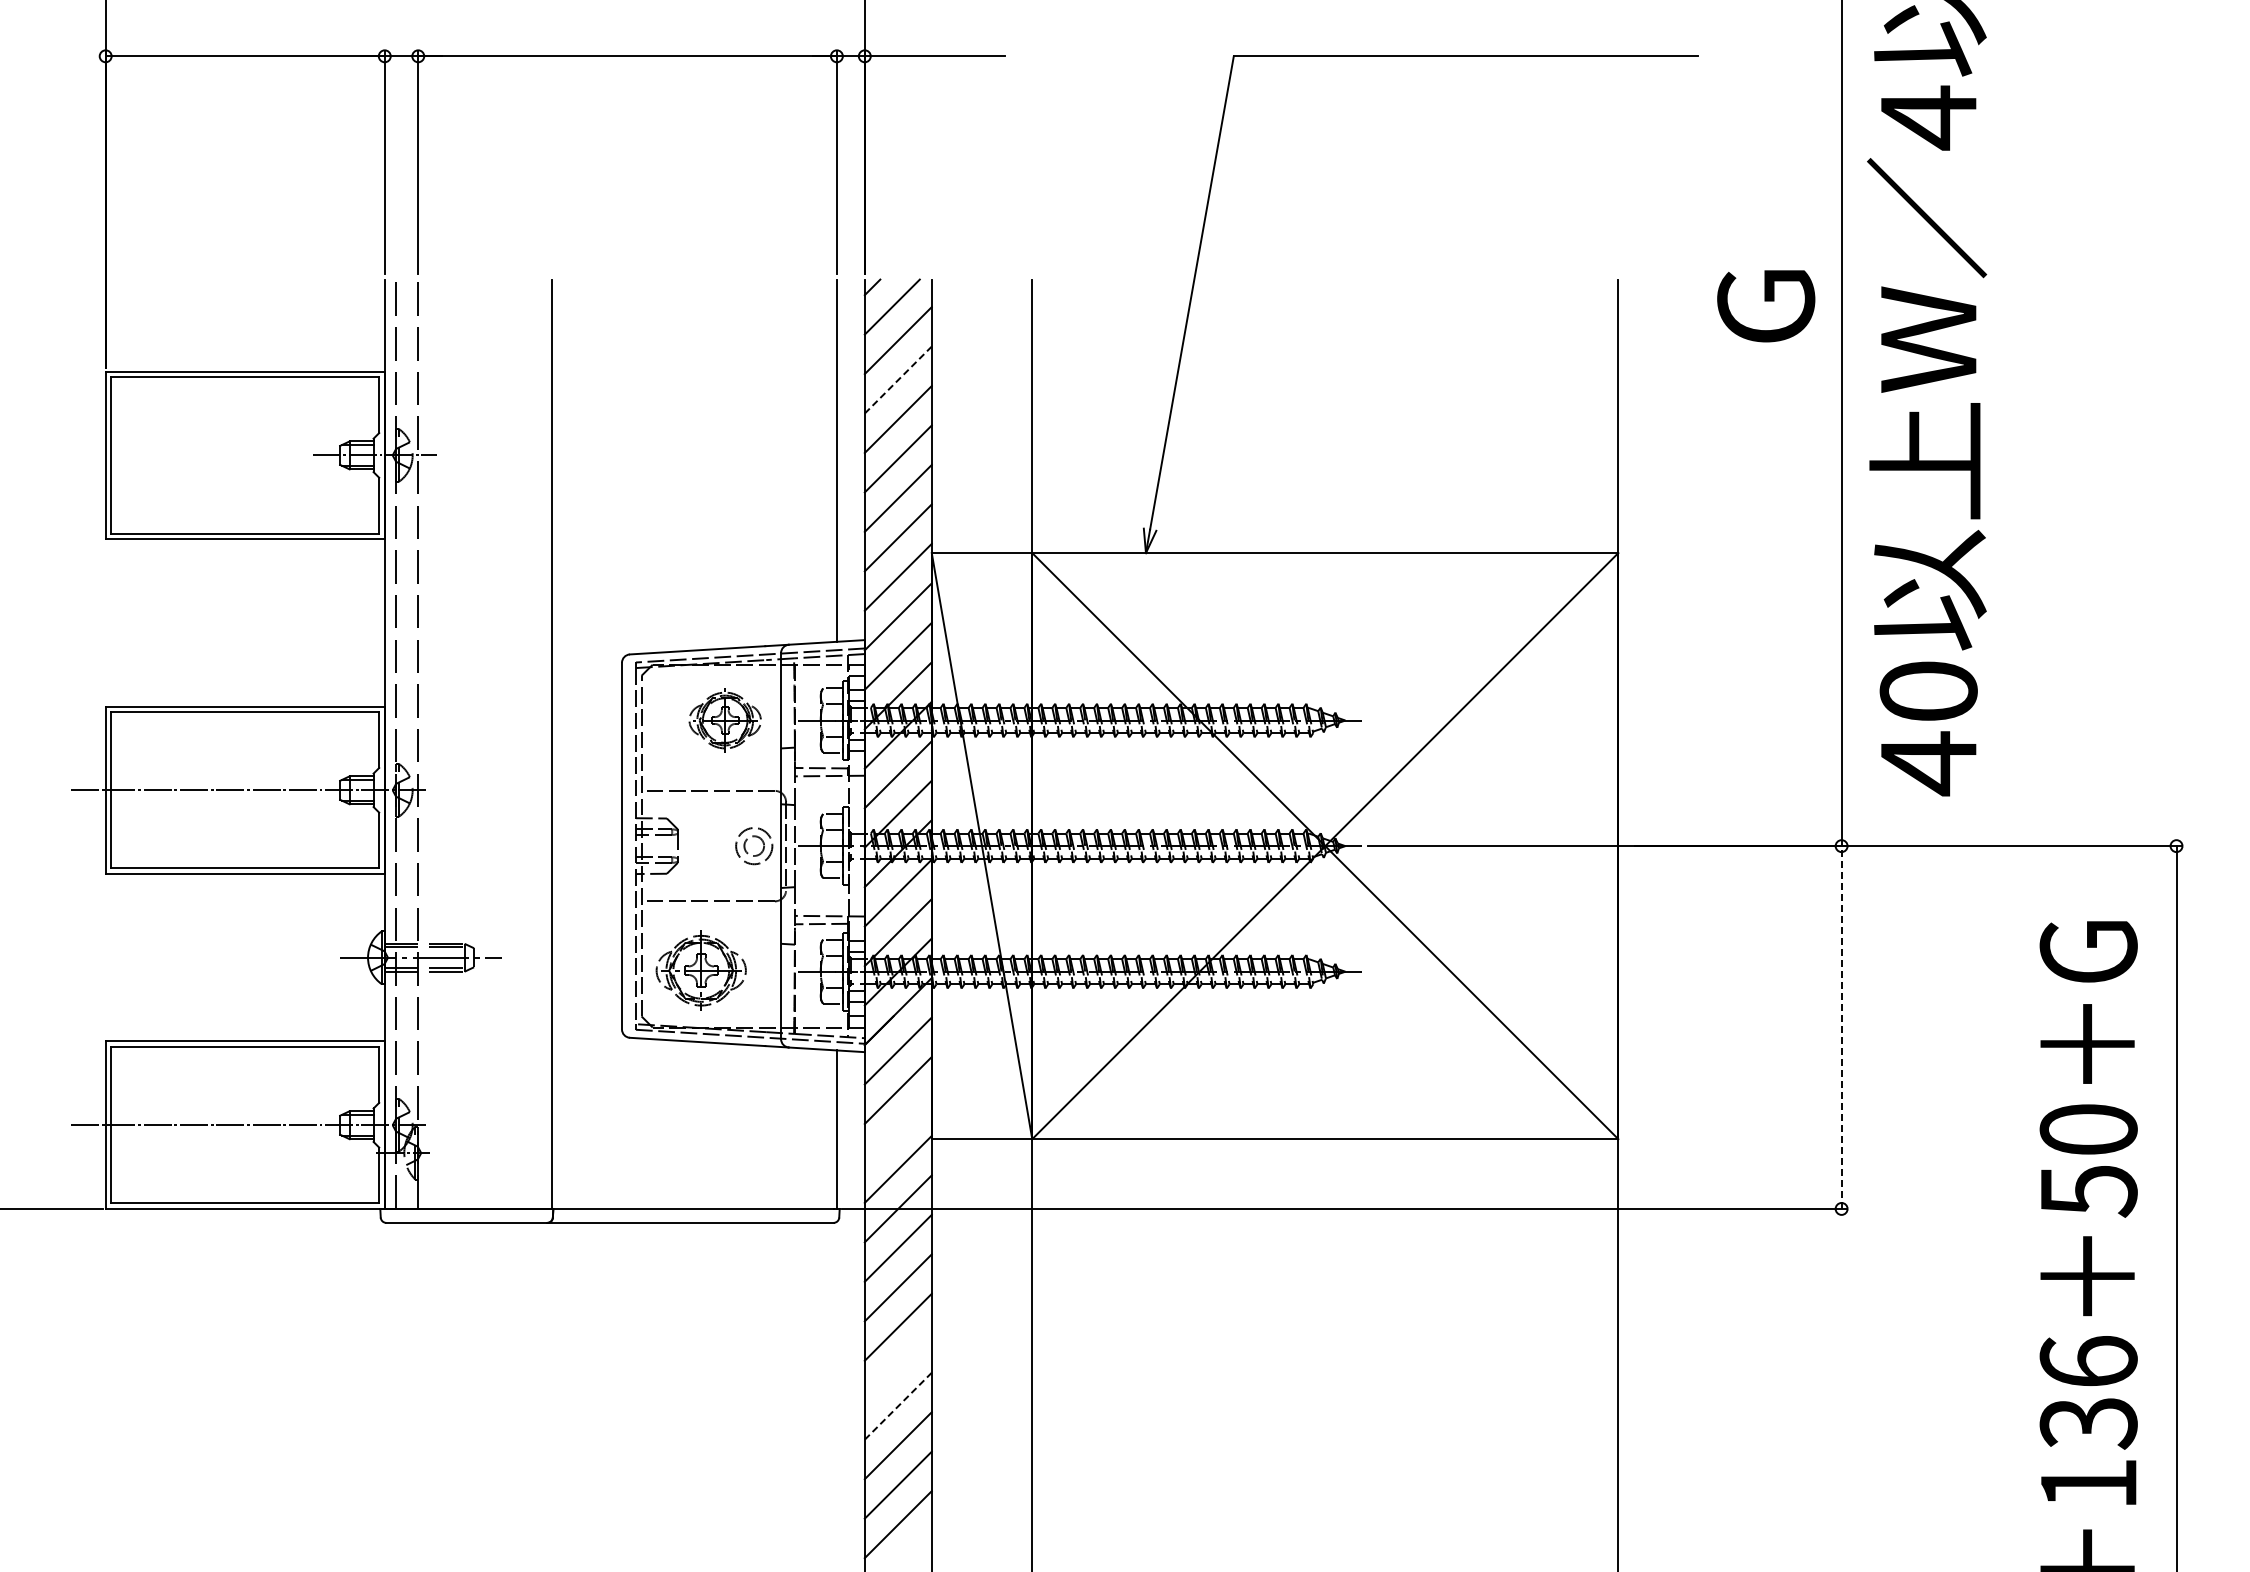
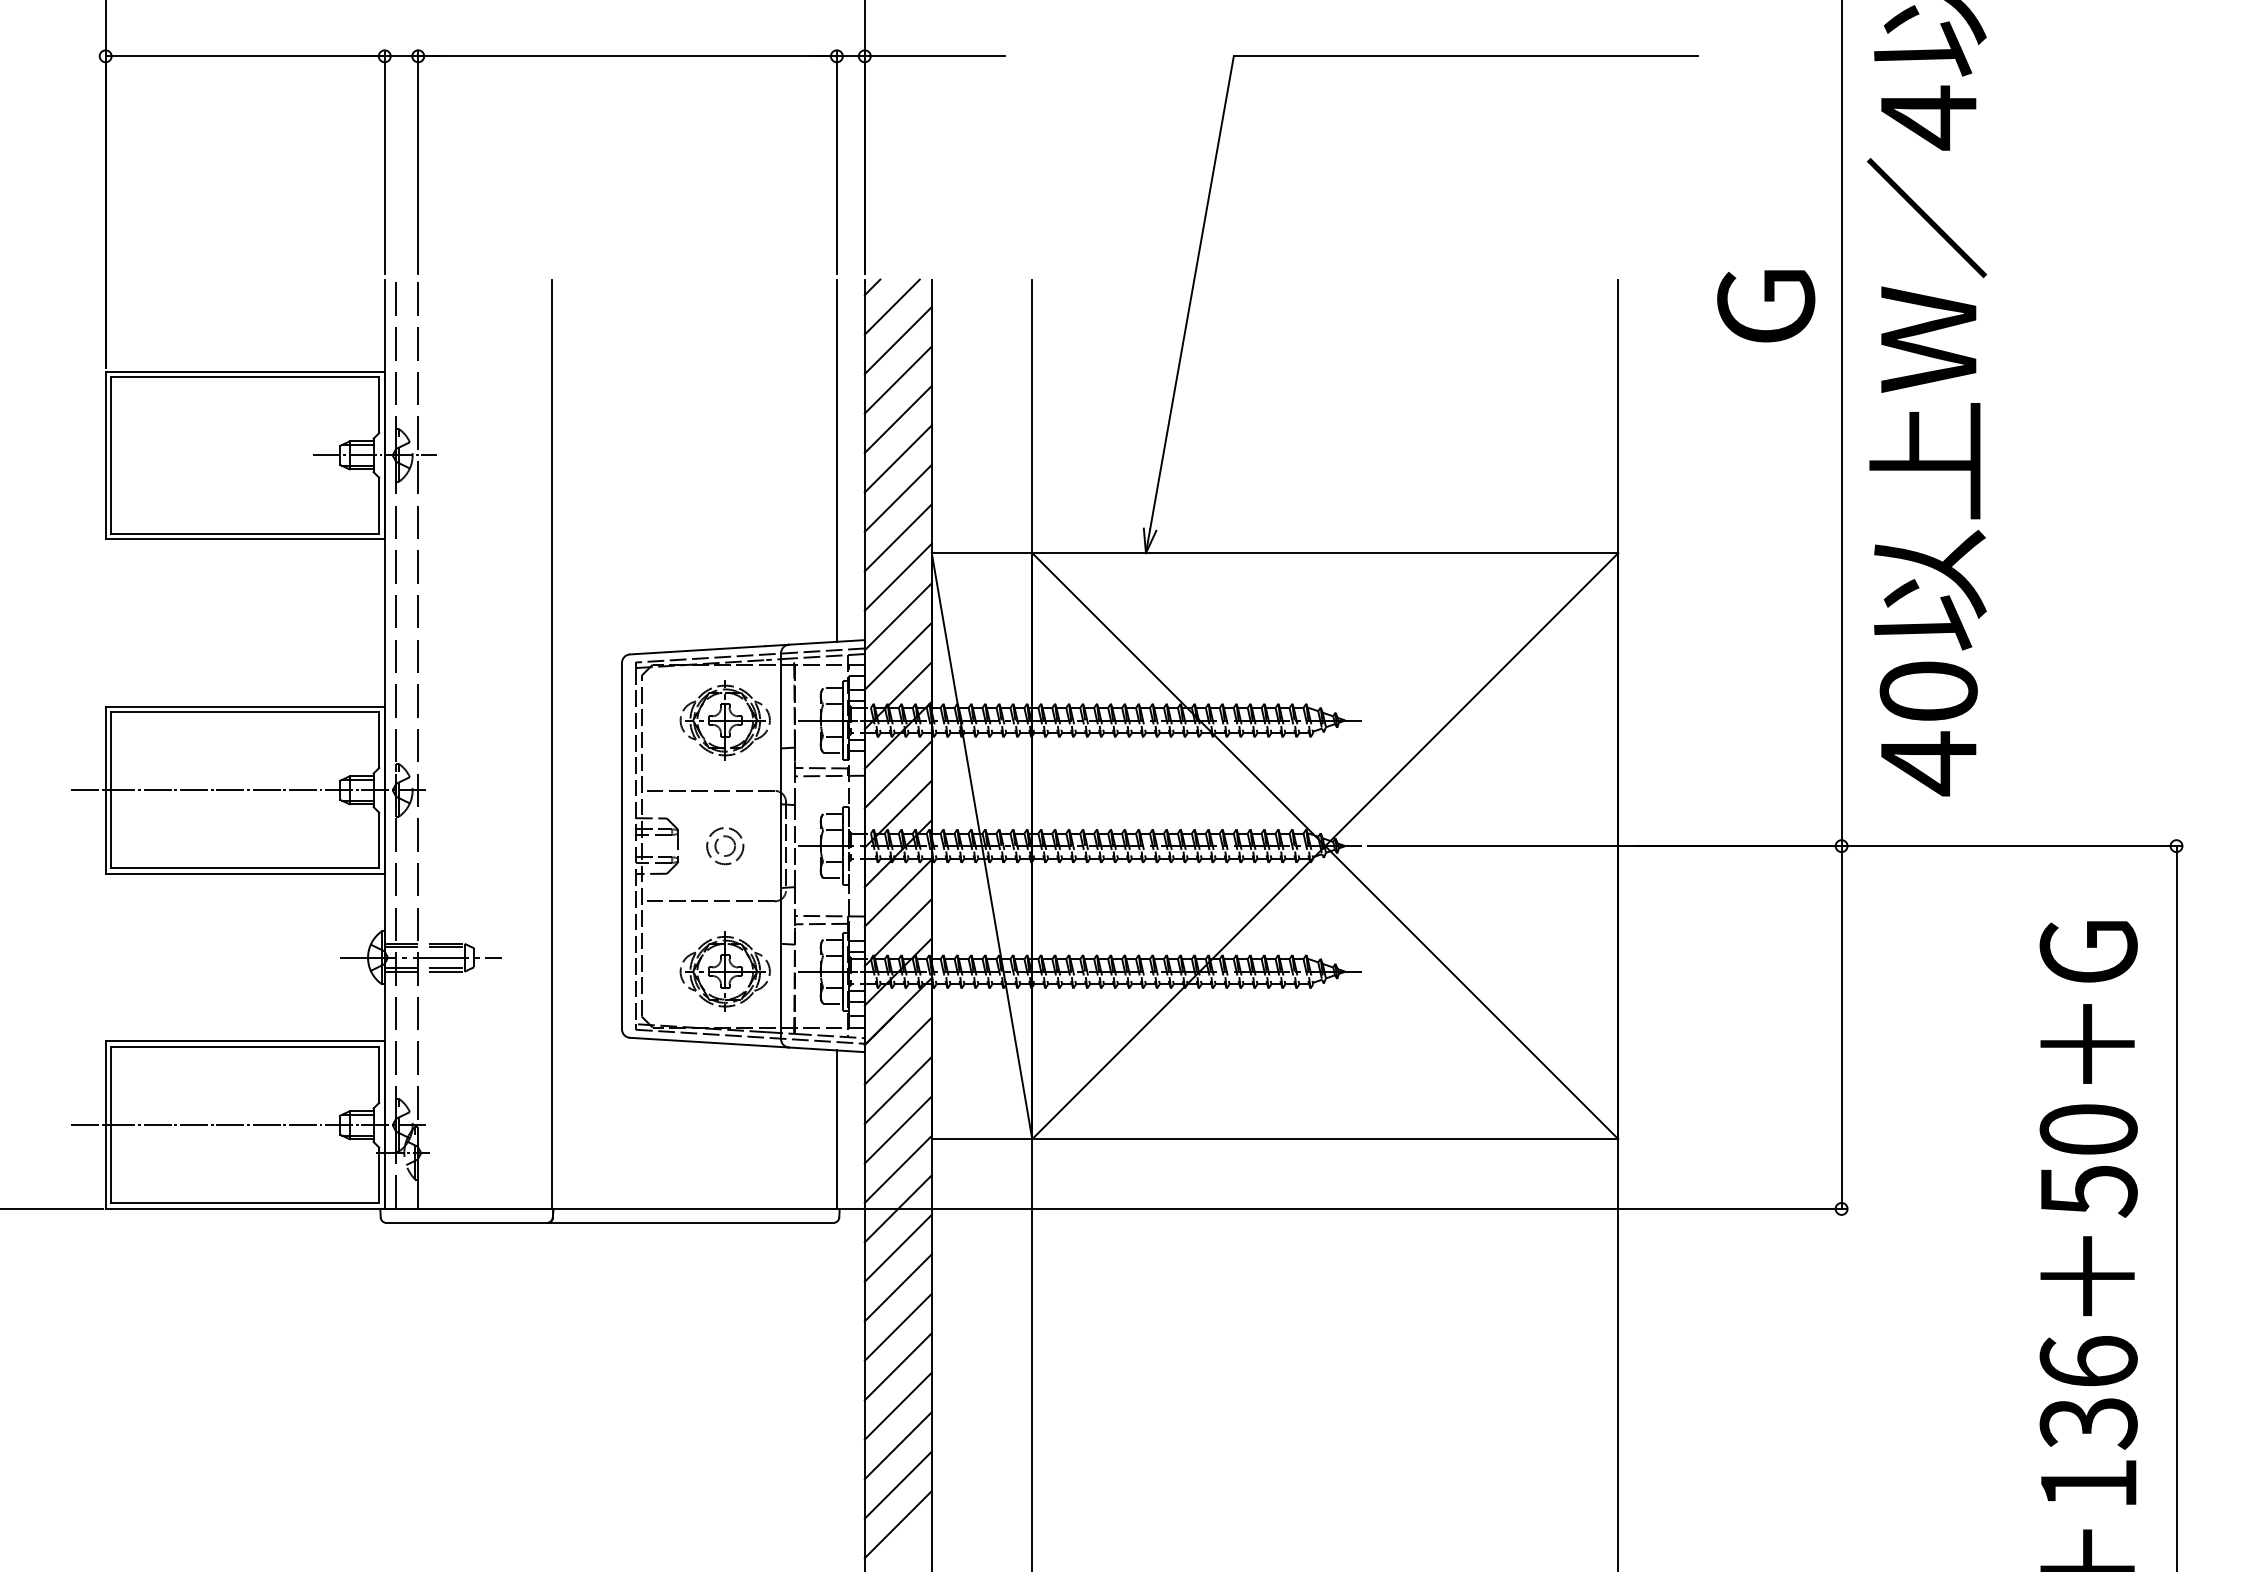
line at (898, 379): dashed -> solid
part at (724, 720) size: 74x65 px -> 92x81 px
part at (762, 848) position: (762, 848) -> (733, 848)
part at (700, 970) position: (700, 970) -> (724, 971)
line at (1841, 1027): dashed -> solid
line at (897, 1129): none -> present
line at (897, 1366): none -> present
line at (898, 1405): dashed -> solid
